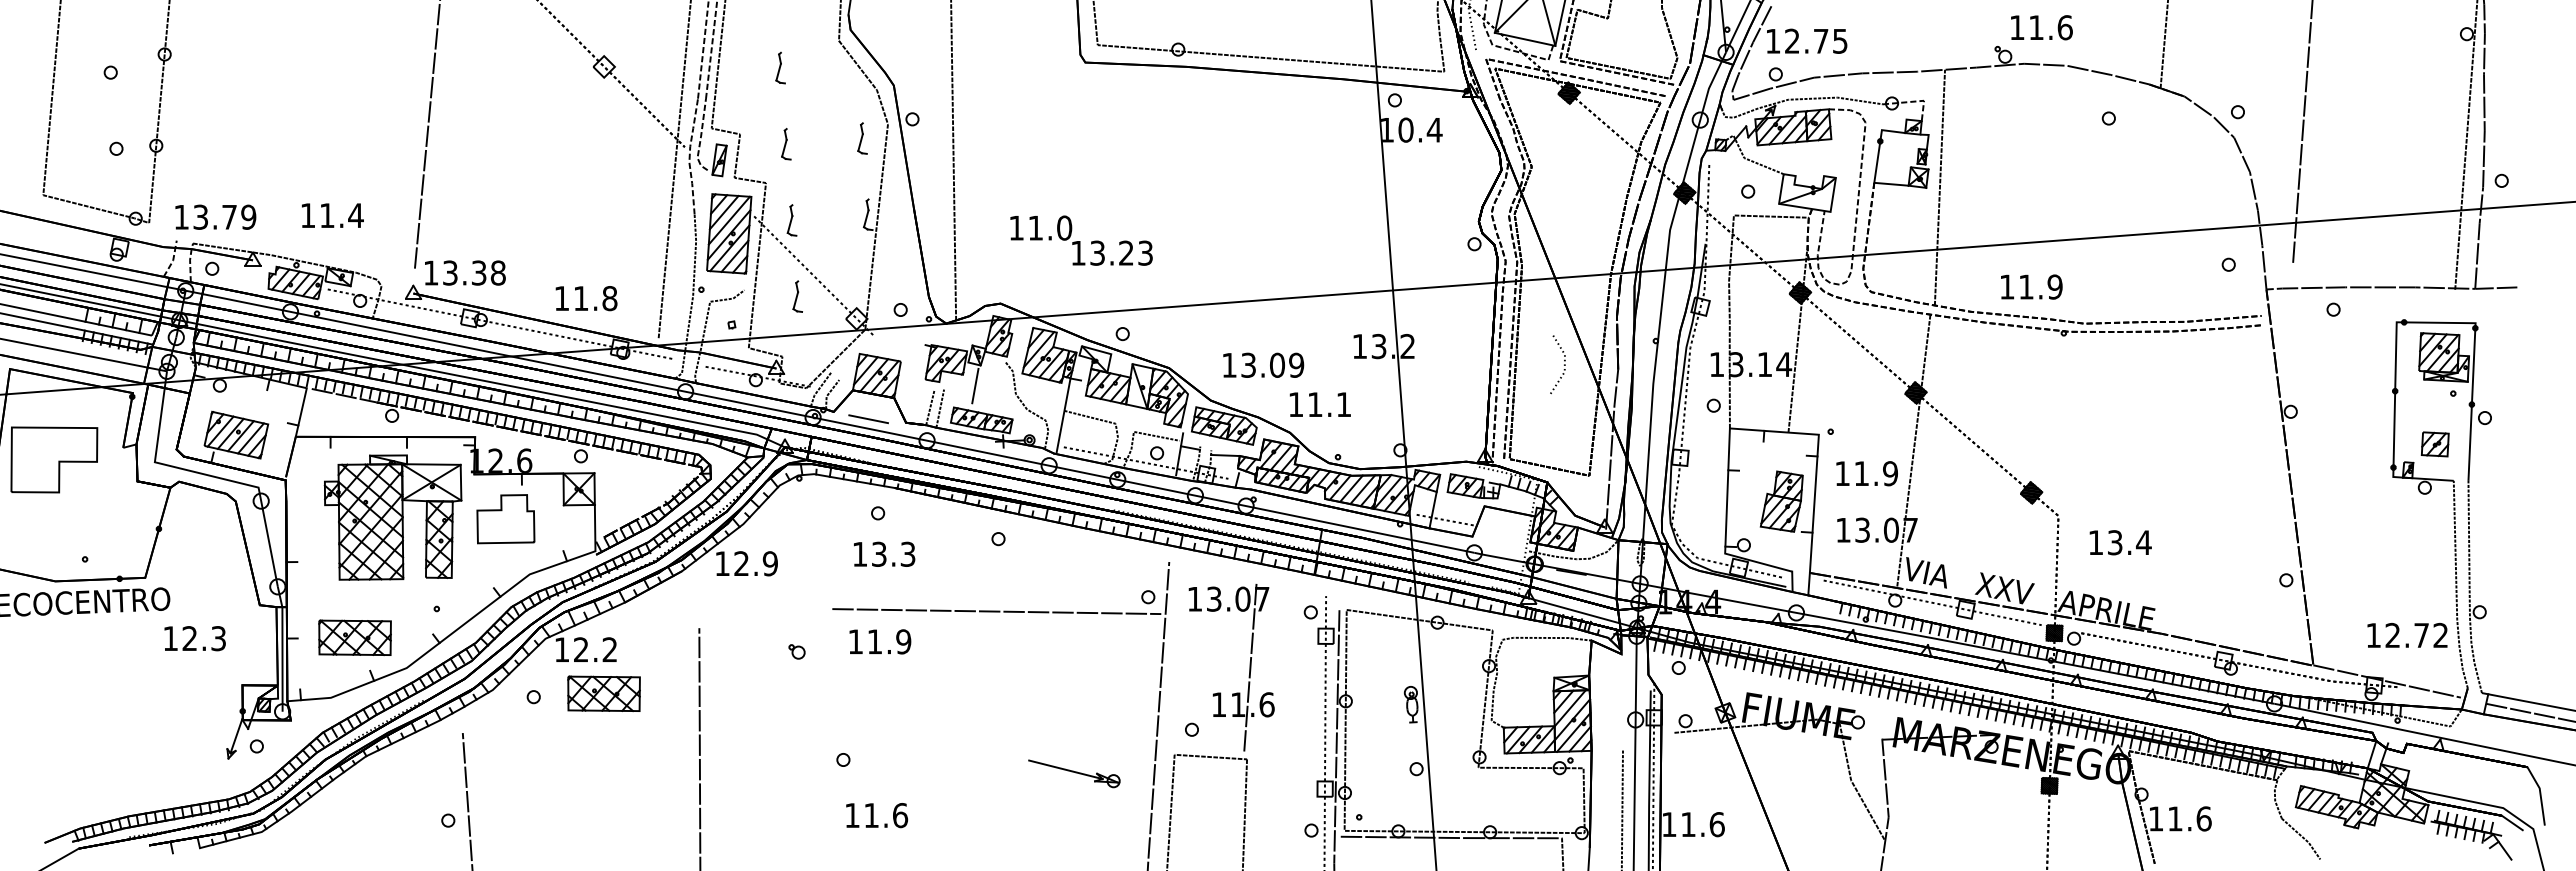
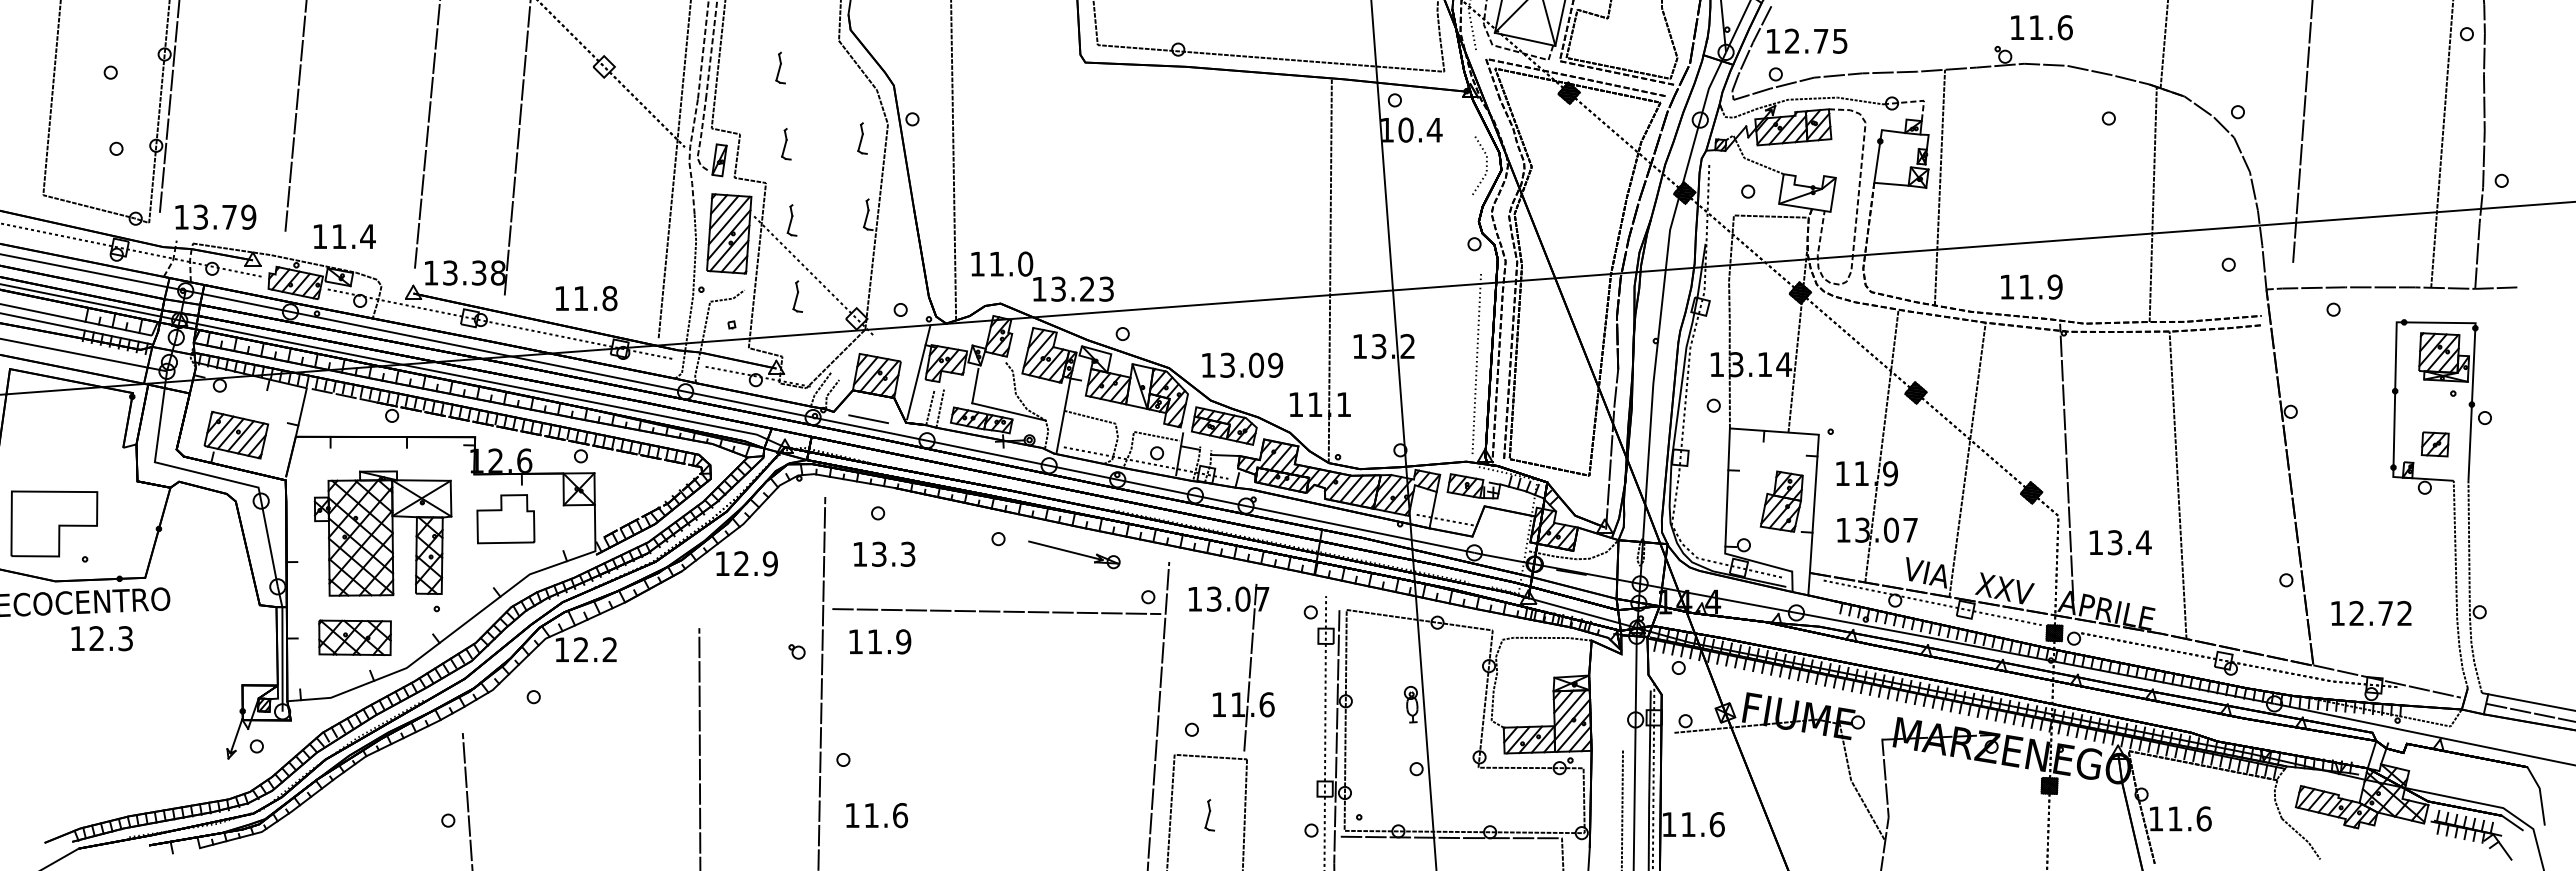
line at (169, 107): none -> present
line at (295, 116): none -> present
line at (2466, 145) position: (2466, 145) -> (2442, 144)
line at (517, 148): none -> present
line at (2152, 204): none -> present
text at (332, 215) position: (332, 215) -> (344, 236)
text at (1081, 240) position: (1081, 240) -> (1042, 276)
line at (132, 249): none -> present
line at (1329, 270): none -> present
line at (1476, 363): none -> present
text at (1263, 364) position: (1263, 364) -> (1242, 364)
line at (1564, 364) position: (1564, 364) -> (1486, 165)
line at (918, 372): none -> present
line at (1008, 411): none -> present
line at (1913, 449) position: (1913, 449) -> (1881, 445)
part at (54, 459) position: (54, 459) -> (54, 523)
line at (1967, 459): none -> present
line at (2066, 462): none -> present
line at (2177, 485): none -> present
part at (392, 517) position: (392, 517) -> (382, 533)
text at (2407, 635) position: (2407, 635) -> (2371, 613)
text at (194, 638) position: (194, 638) -> (101, 638)
line at (821, 682): none -> present
part at (603, 693): present -> none
part at (1074, 773) position: (1074, 773) -> (1074, 554)
part at (1209, 815): none -> present
